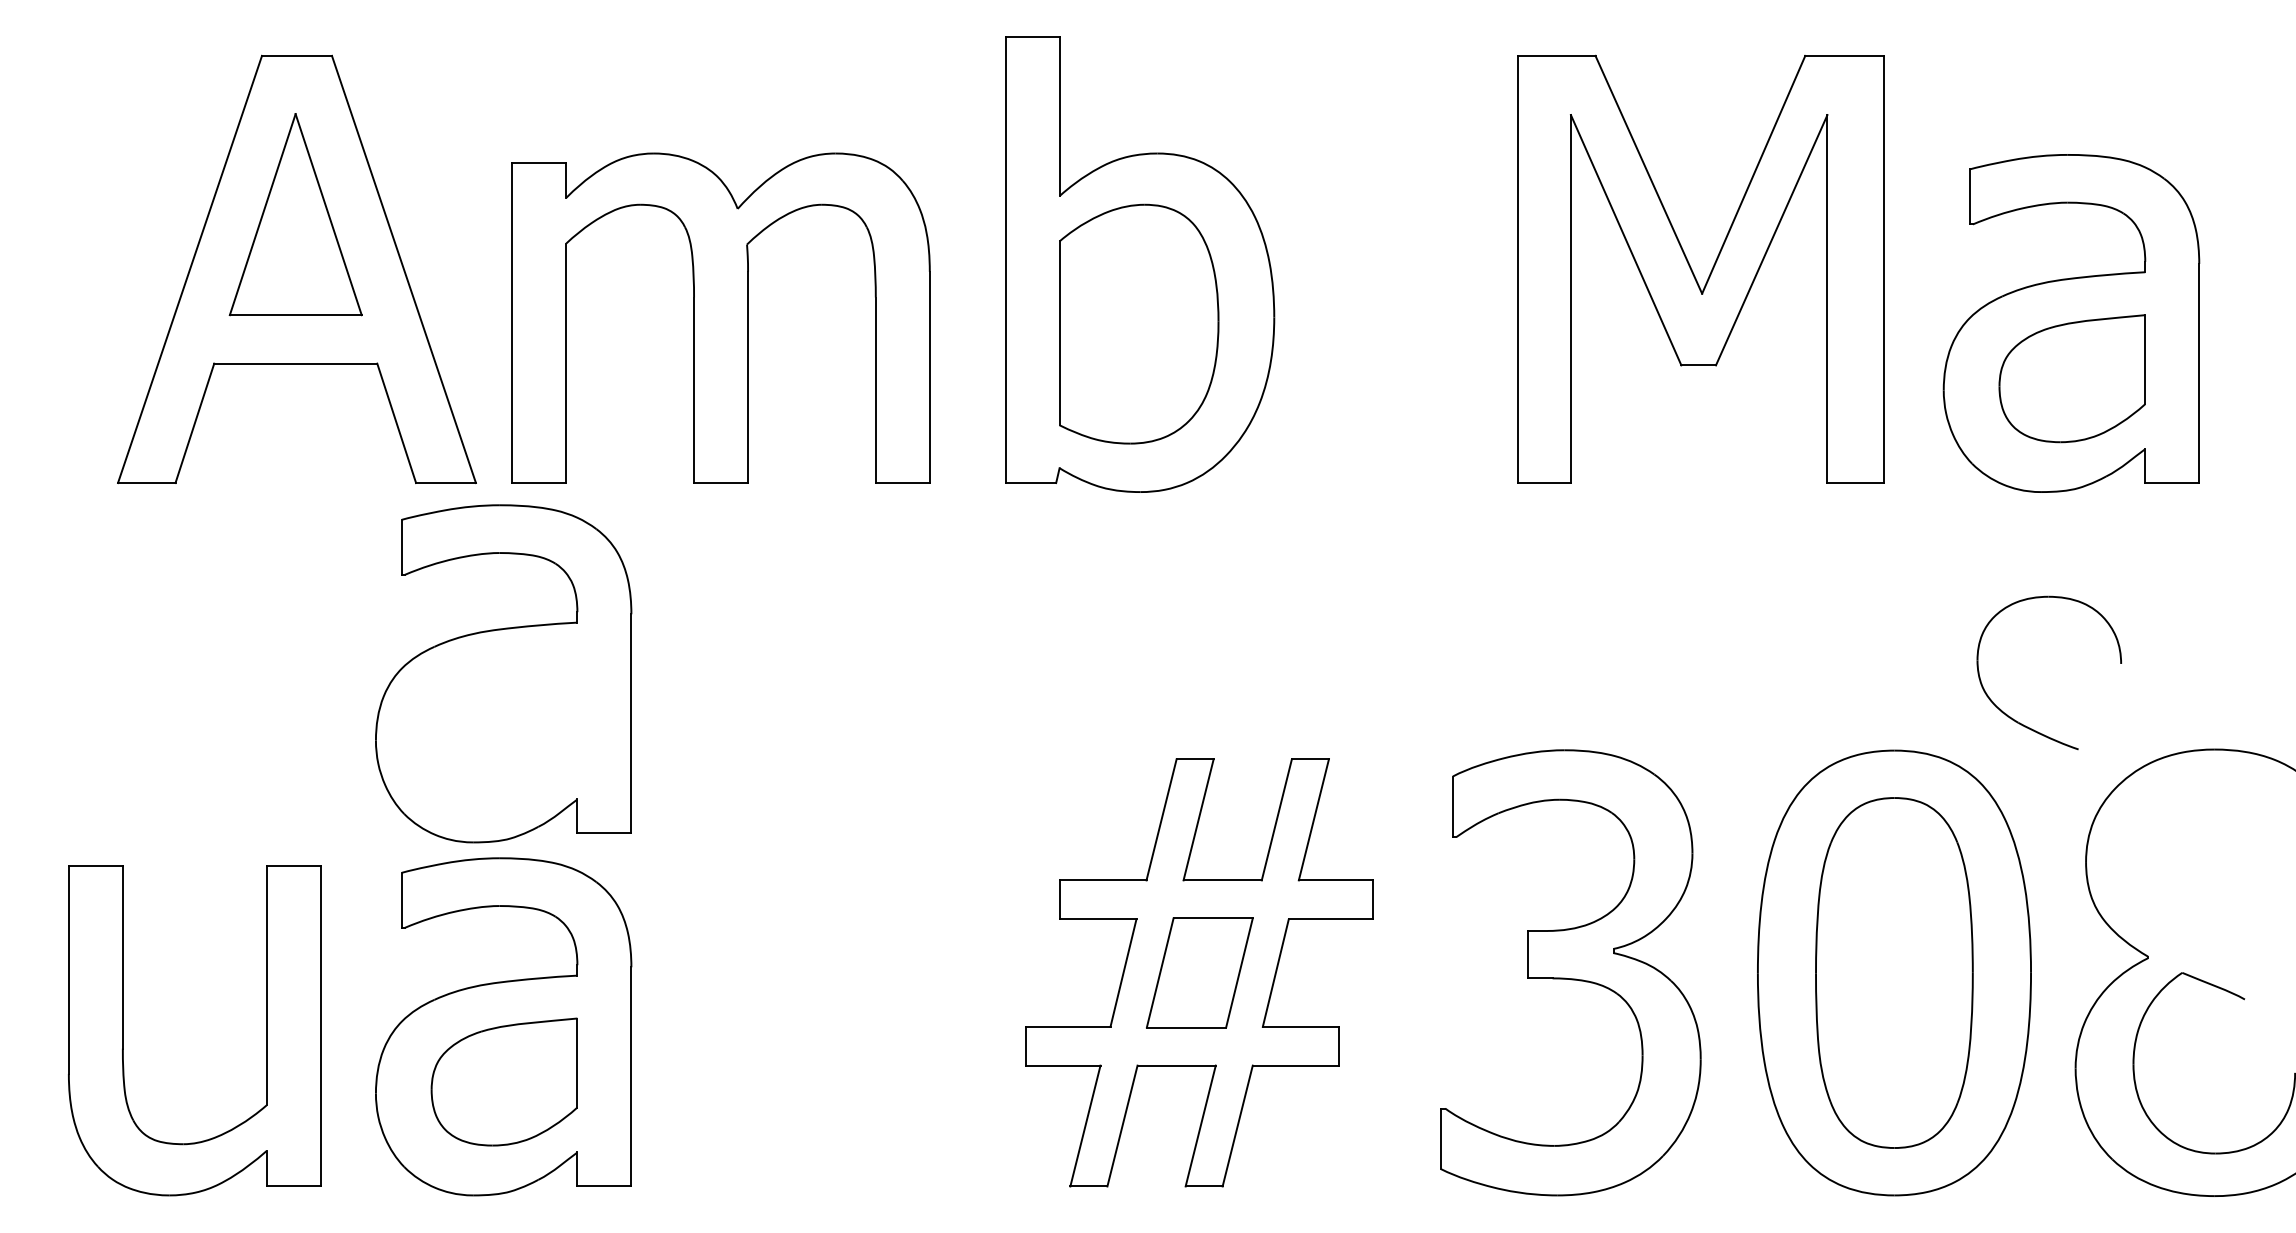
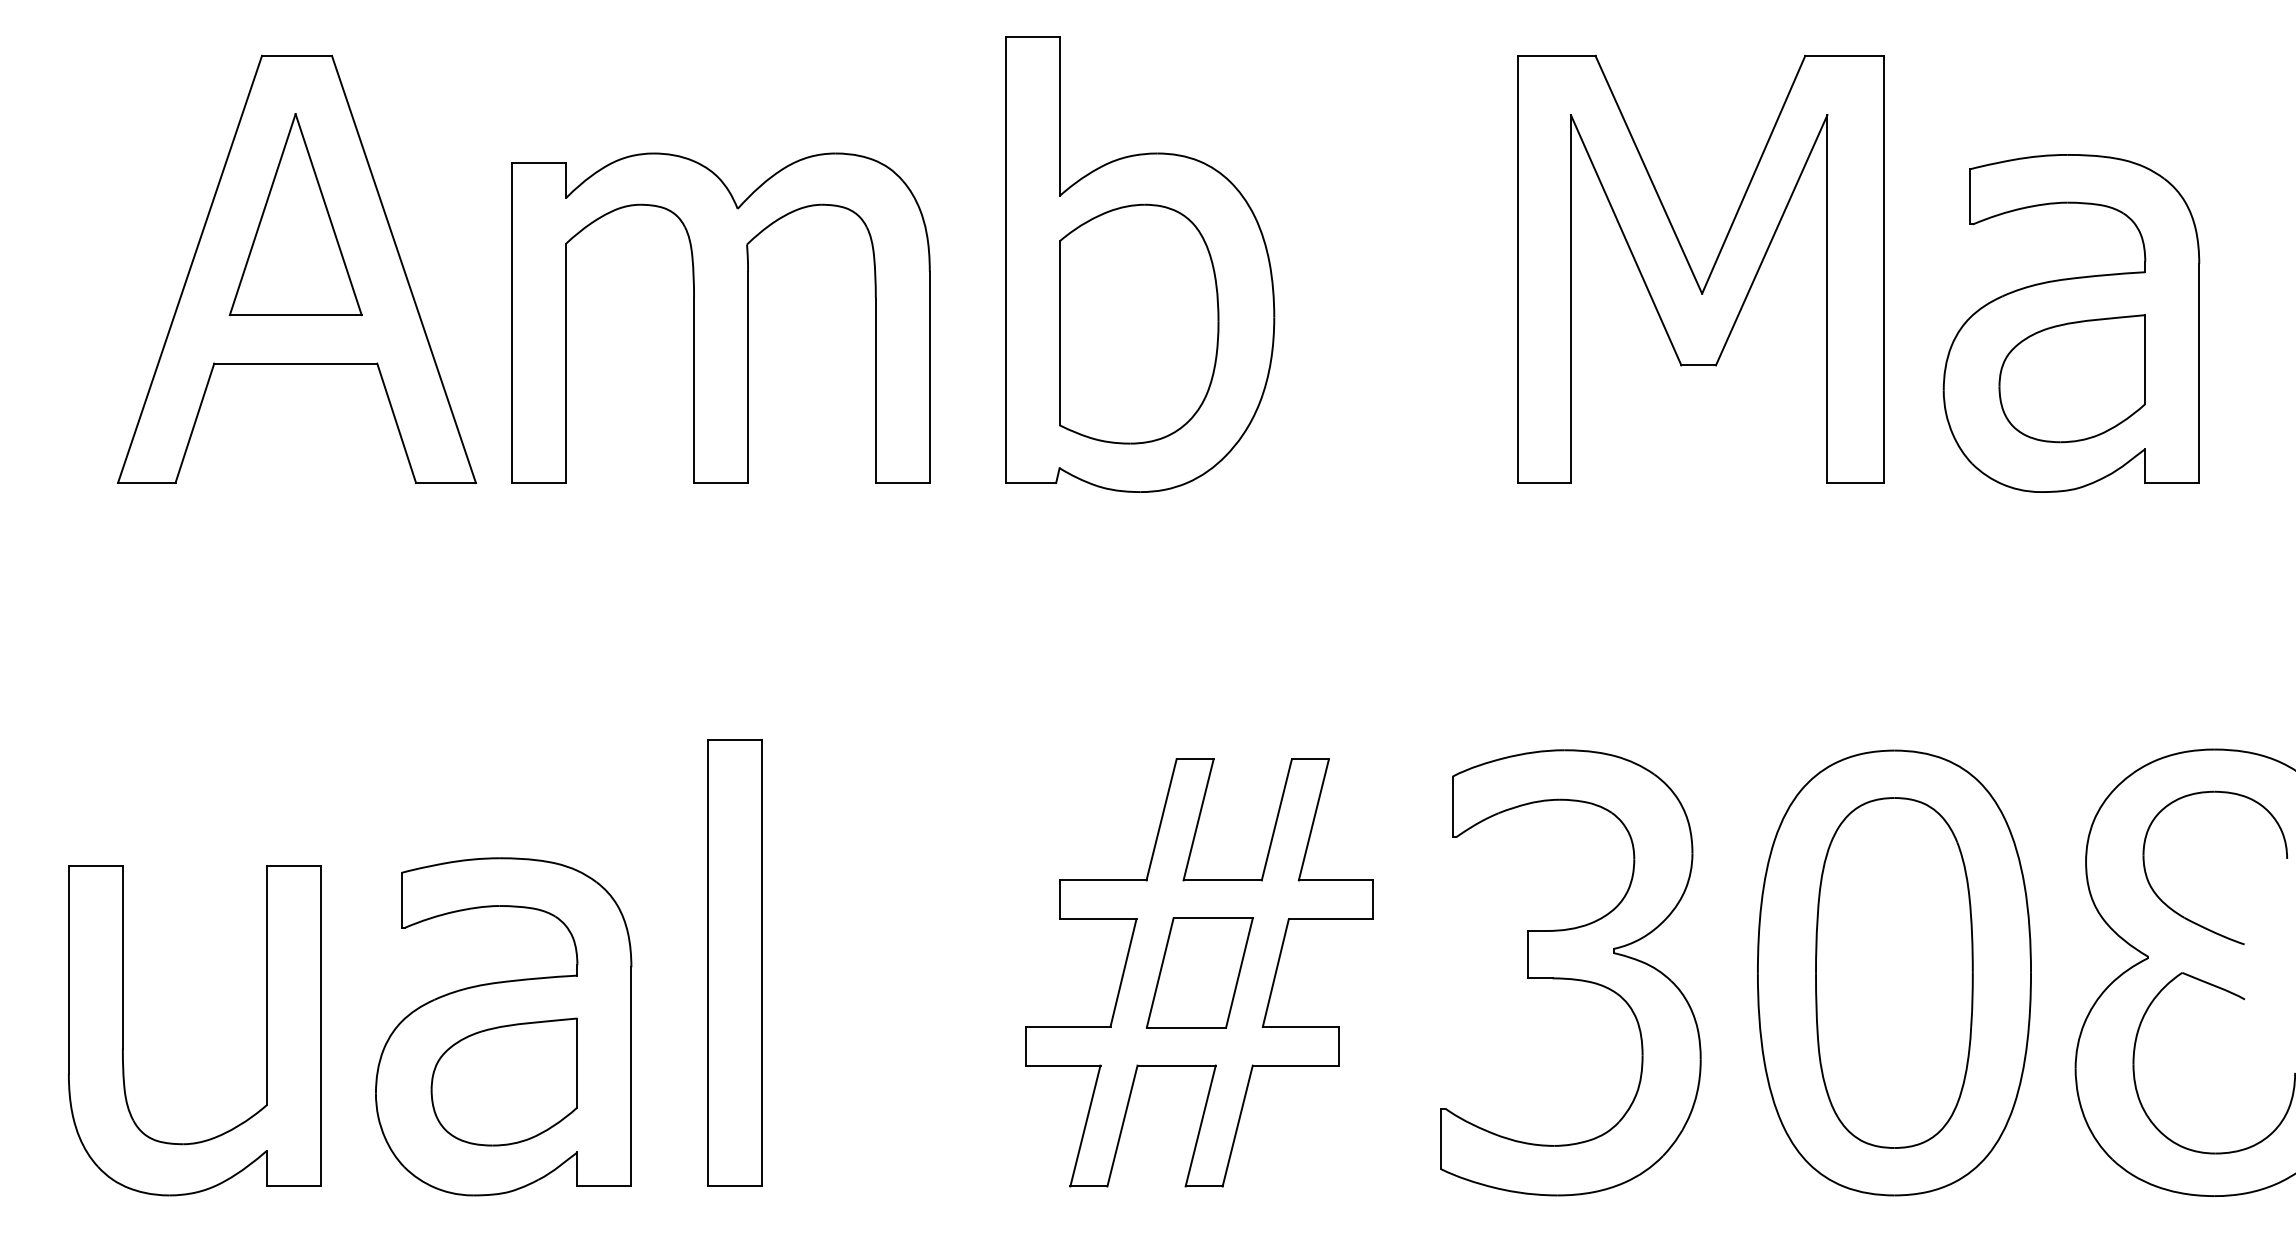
part at (503, 673): present -> none
part at (2020, 722) position: (2020, 722) -> (2186, 917)
part at (734, 962): none -> present
